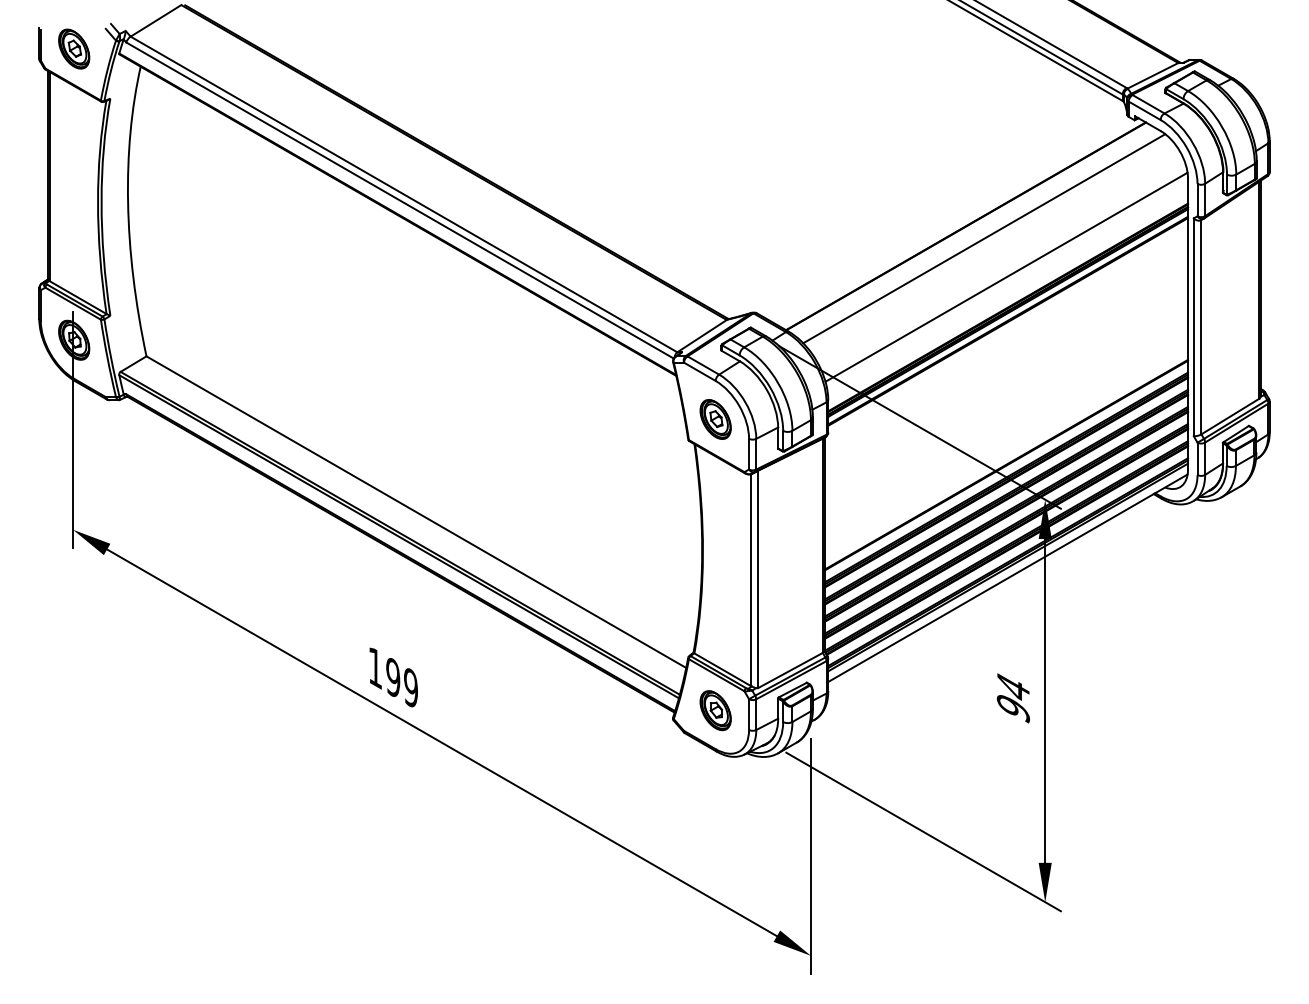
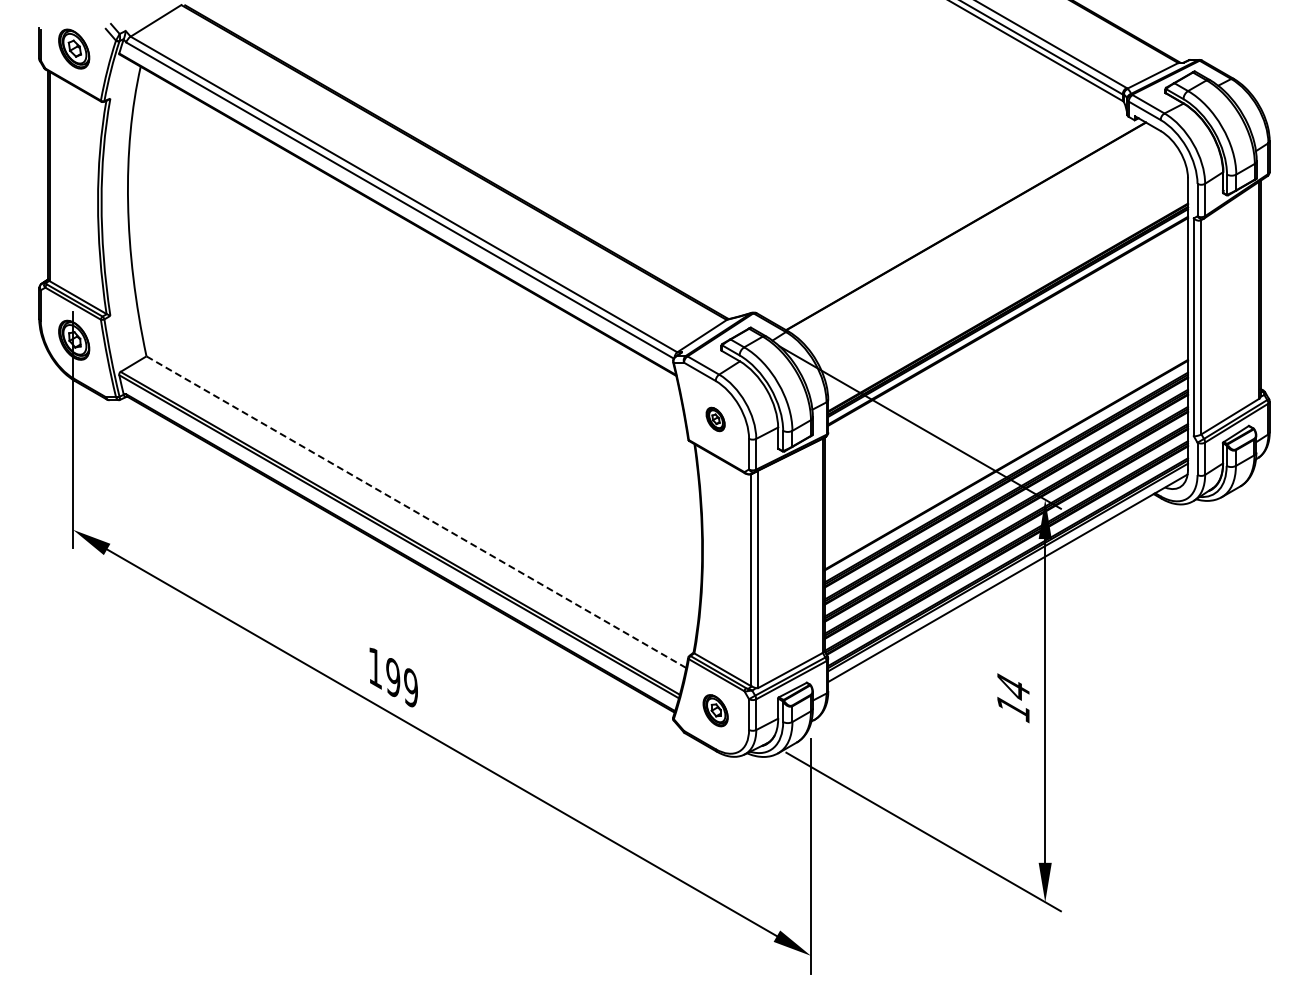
line at (984, 238): present -> none
line at (1006, 276): present -> none
part at (715, 419) size: 33x41 px -> 21x27 px
line at (416, 512): solid -> dashed
text at (1013, 709): 94 -> 14
part at (715, 710) size: 33x42 px -> 27x34 px
